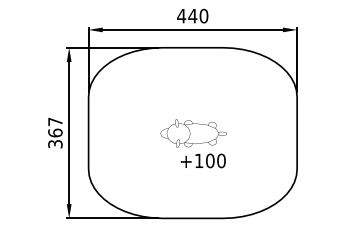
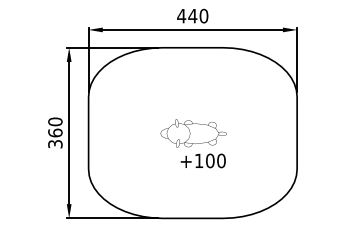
text at (55, 121): 367 -> 360
